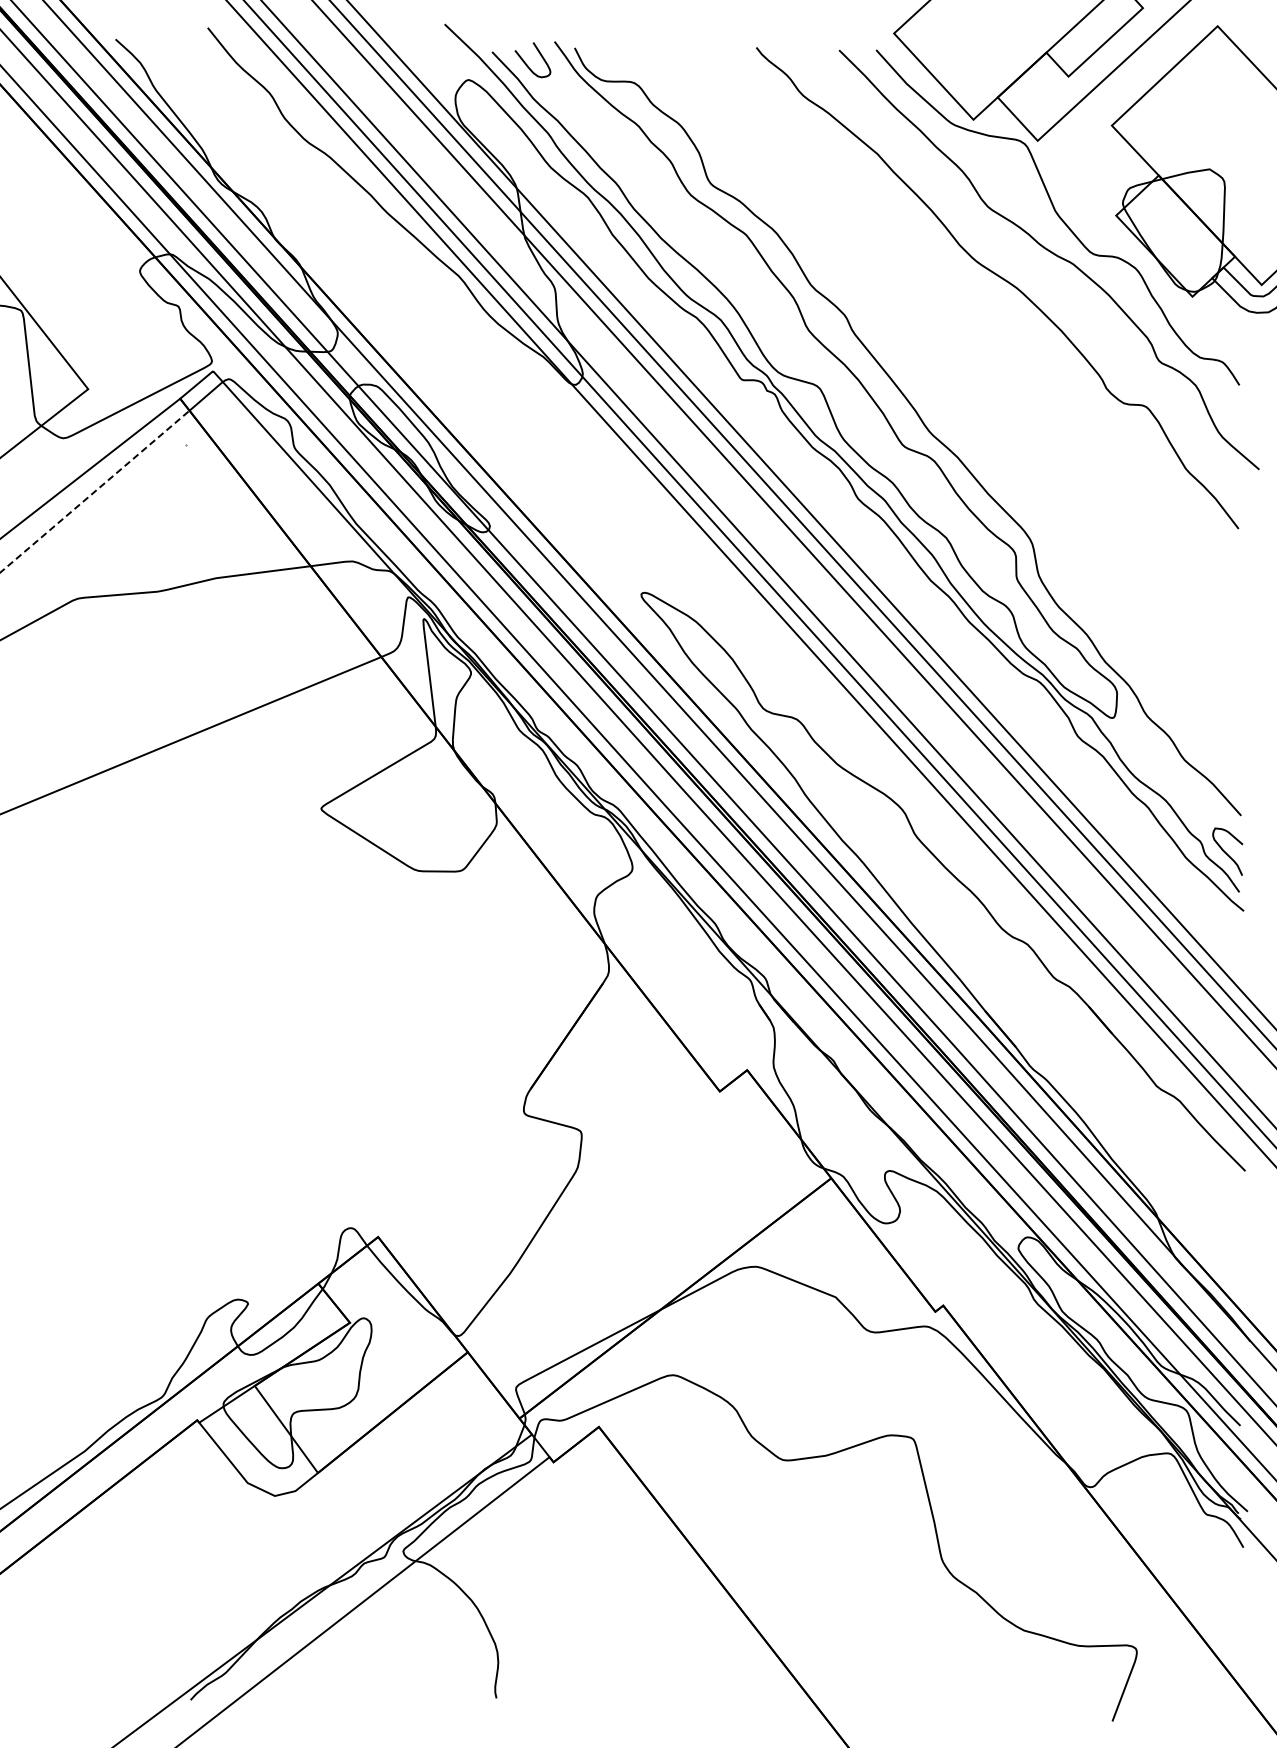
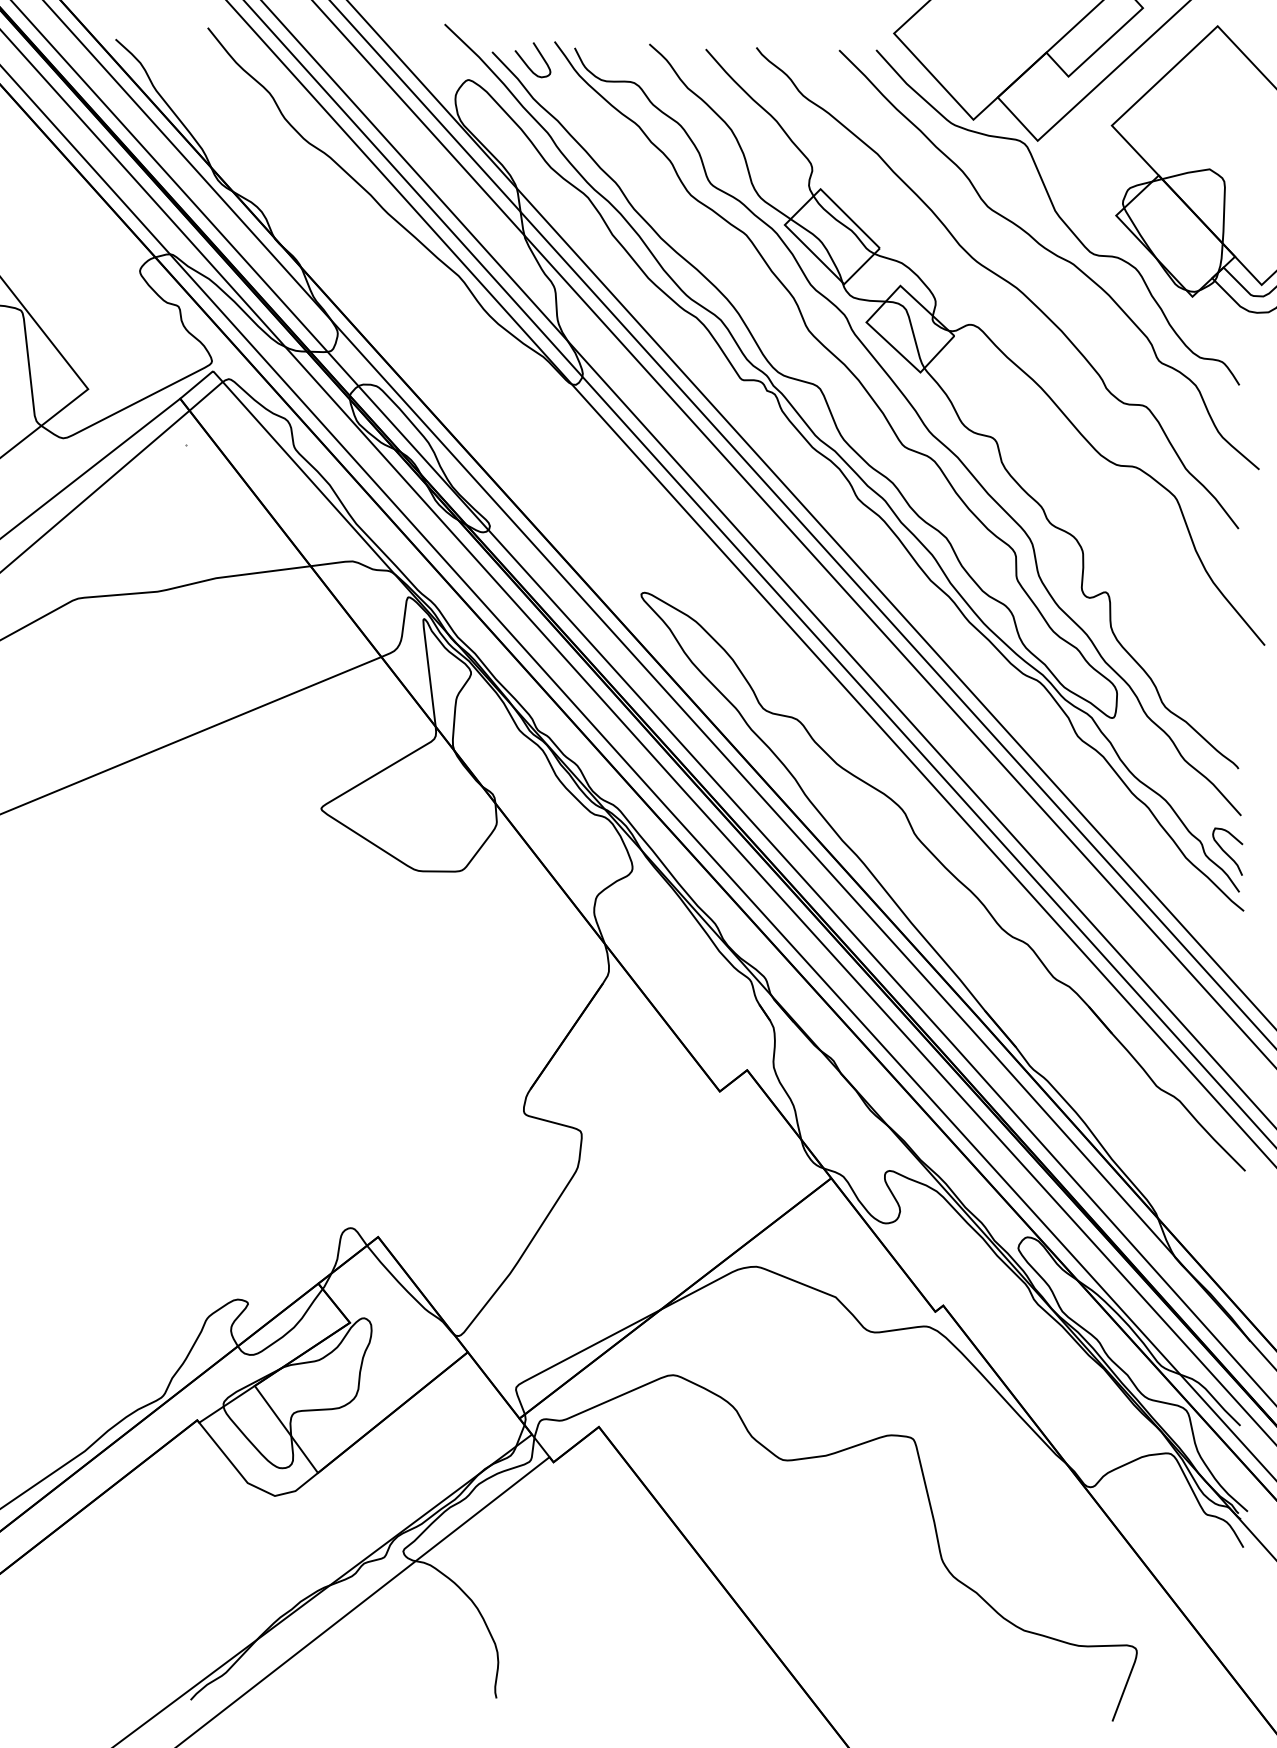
part at (957, 406): none -> present
line at (94, 491): dashed -> solid
